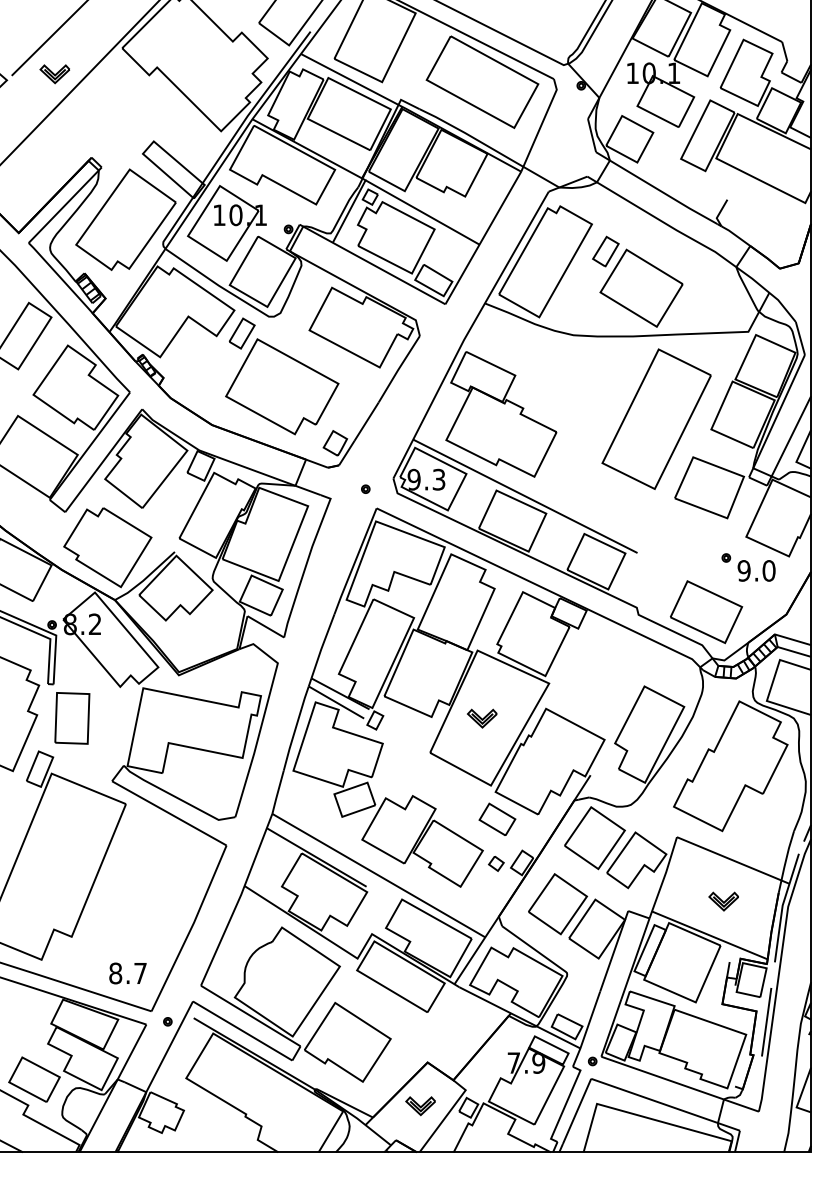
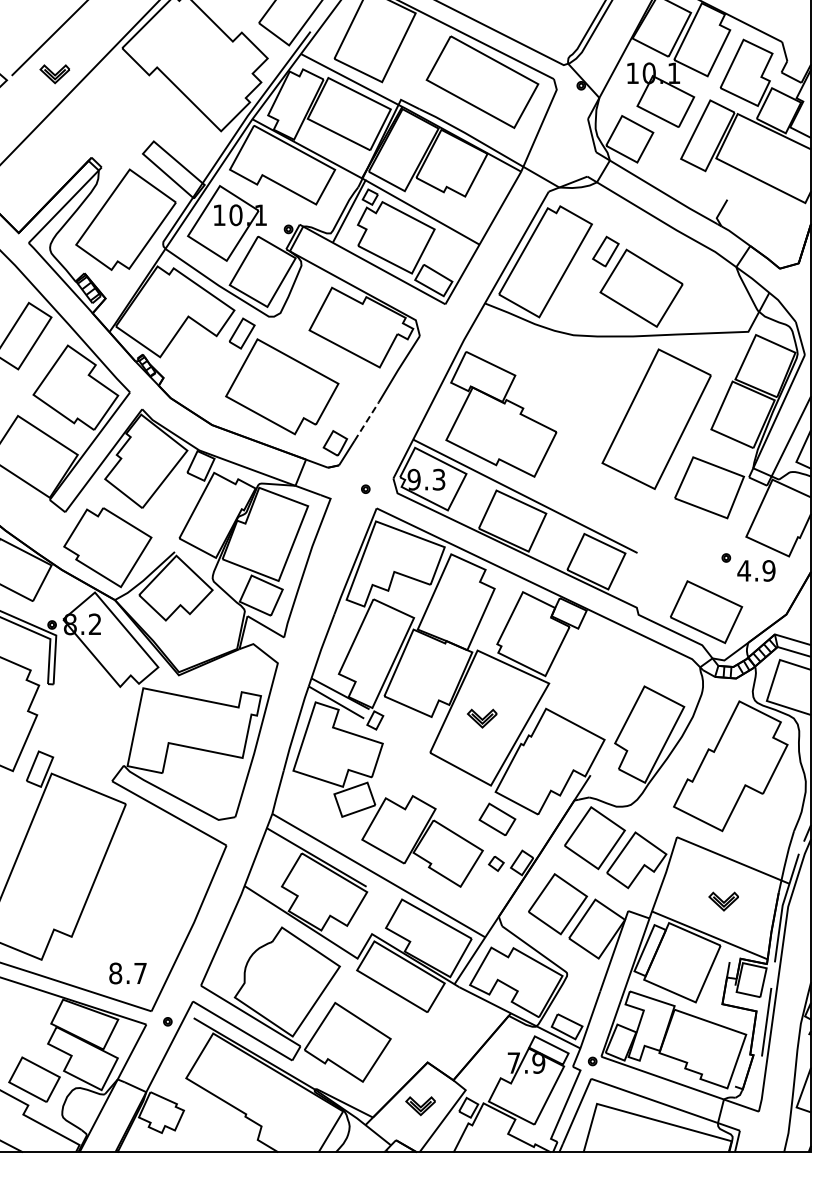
line at (367, 420): solid -> dashed
text at (756, 570): 9.0 -> 4.9
part at (72, 718): present -> none
